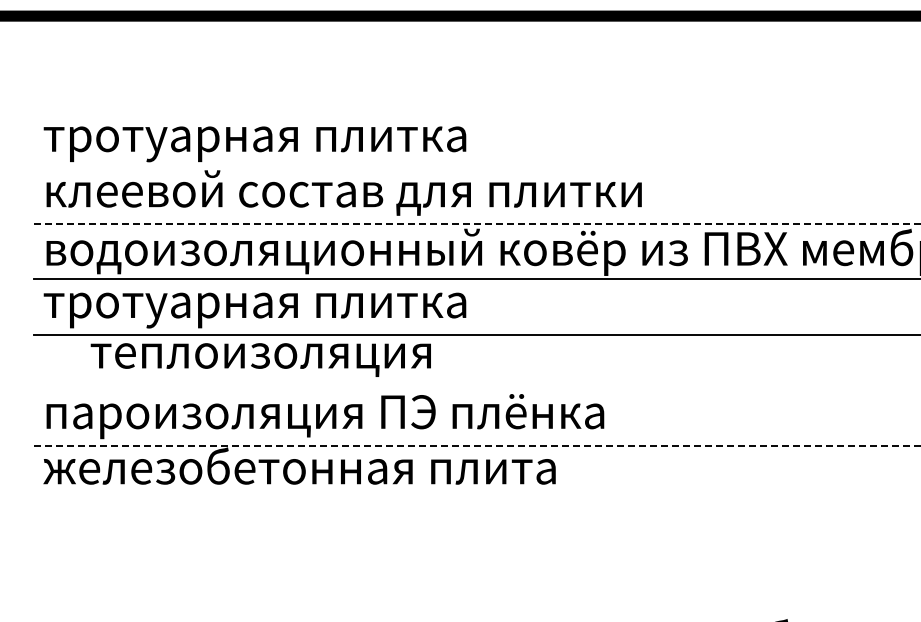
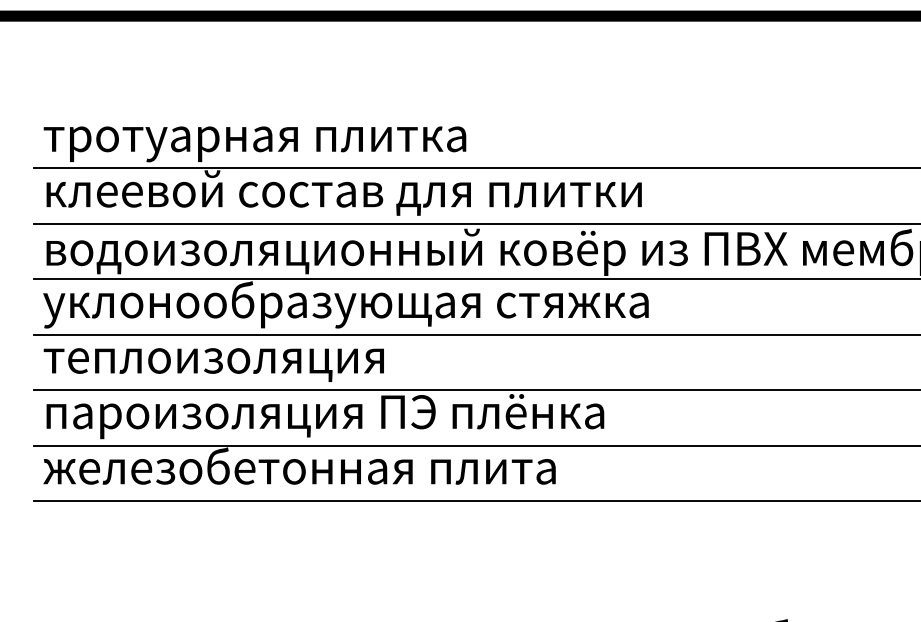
line at (475, 168): none -> present
line at (477, 223): dashed -> solid
text at (345, 304): тротуарная плитка -> уклонообразующая стяжка
text at (260, 359) position: (260, 359) -> (213, 364)
line at (475, 390): none -> present
line at (477, 445): dashed -> solid
line at (475, 500): none -> present
